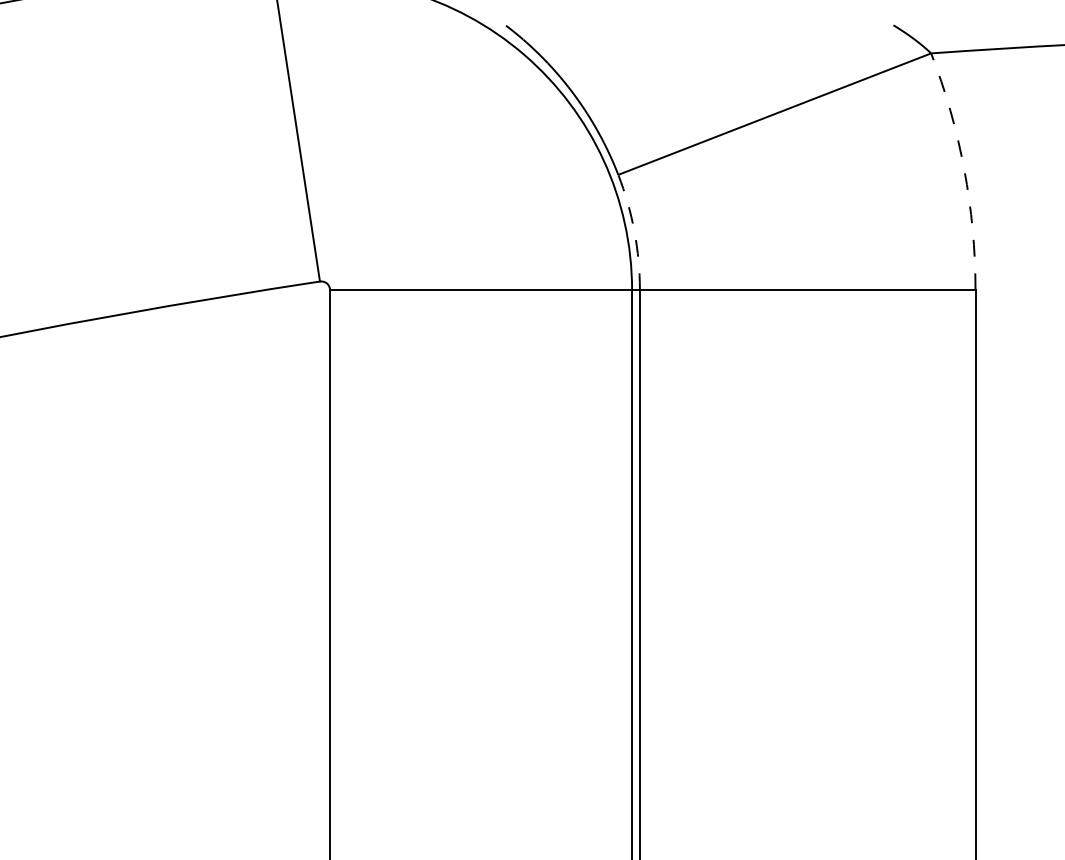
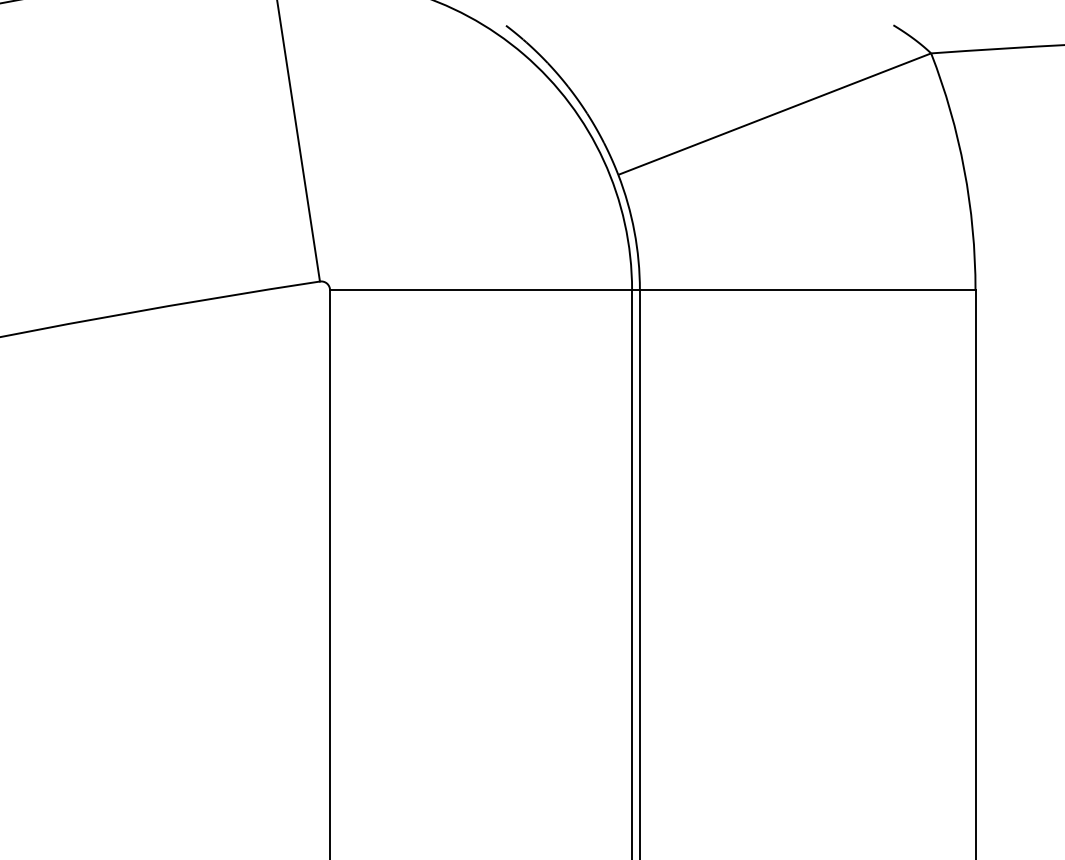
arc at (964, 169): dashed -> solid
arc at (634, 231): dashed -> solid
